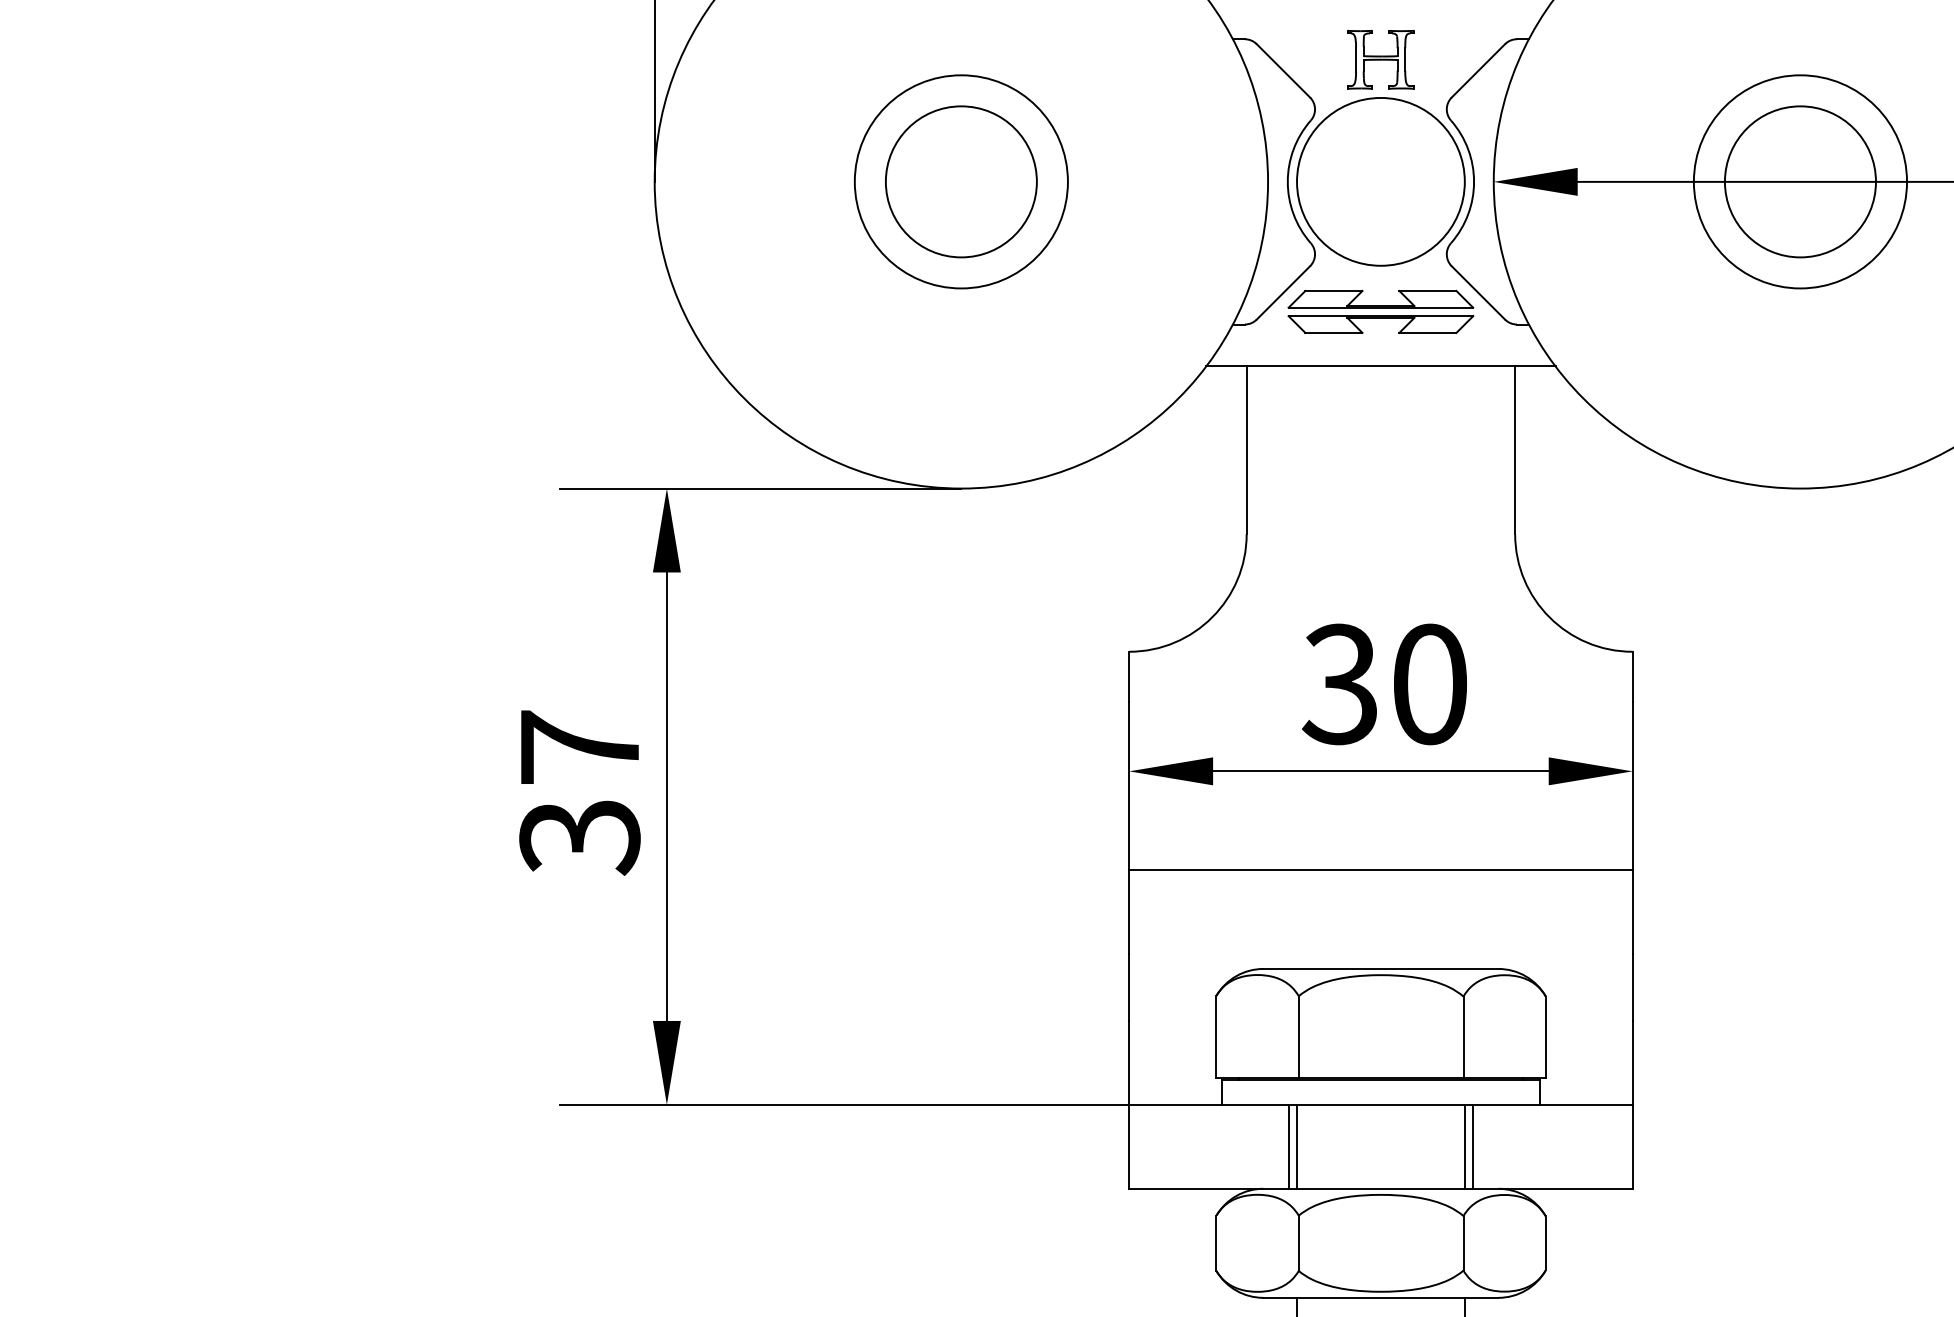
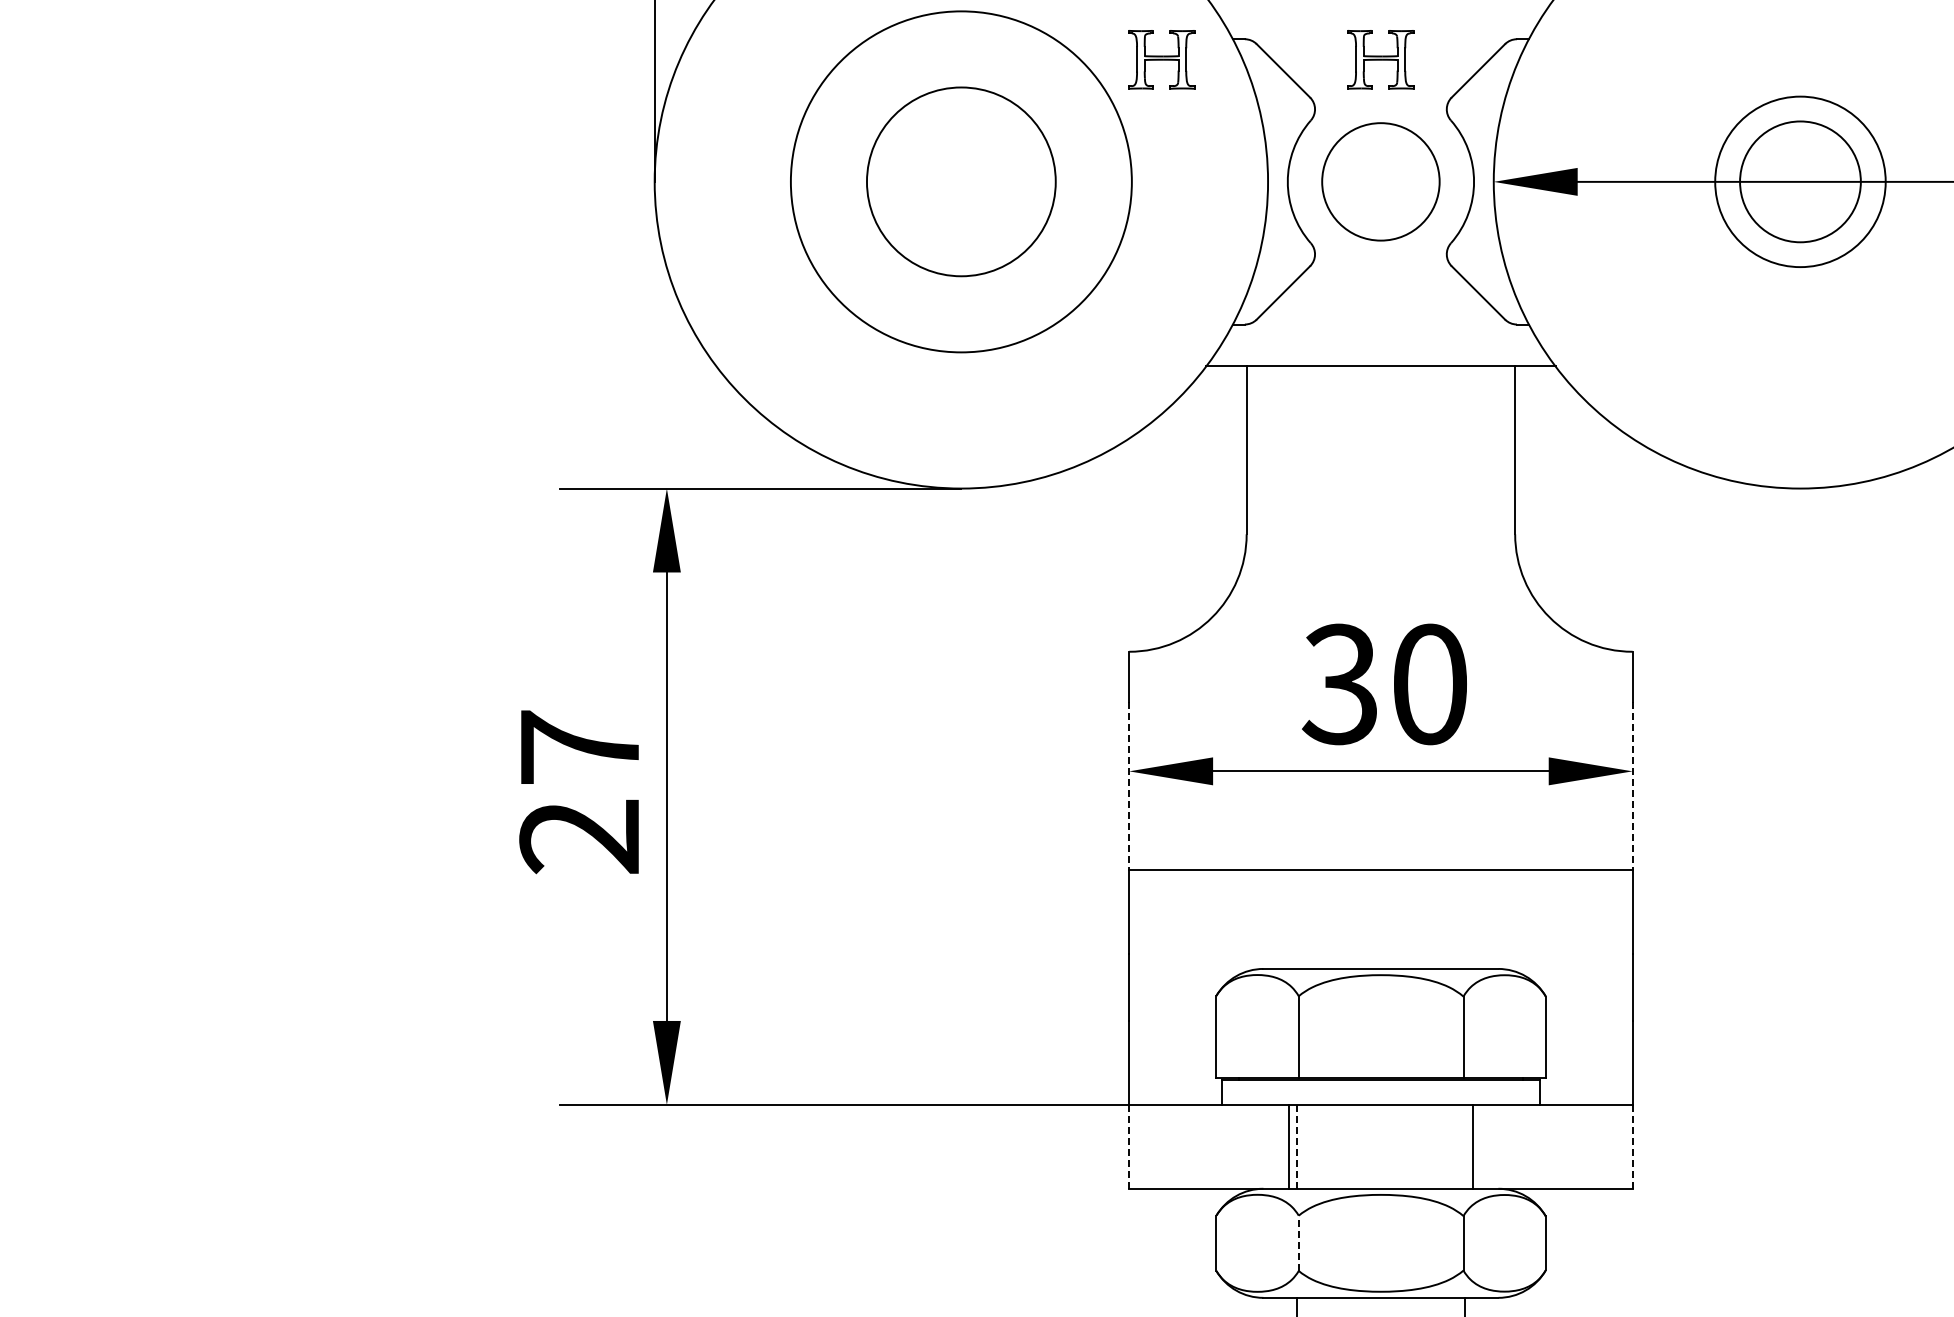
part at (1161, 59): none -> present
circle at (960, 181) diameter: 151 px -> 189 px
circle at (960, 181) diameter: 213 px -> 341 px
circle at (1380, 181) diameter: 168 px -> 117 px
circle at (1799, 181) diameter: 151 px -> 121 px
circle at (1800, 181) diameter: 213 px -> 171 px
part at (1380, 311): present -> none
line at (1129, 786): solid -> dashed
line at (1632, 786): solid -> dashed
text at (579, 837): 37 -> 27
line at (1129, 1146): solid -> dashed
line at (1297, 1146): solid -> dashed
line at (1464, 1146): present -> none
line at (1632, 1146): solid -> dashed
line at (1298, 1243): solid -> dashed
